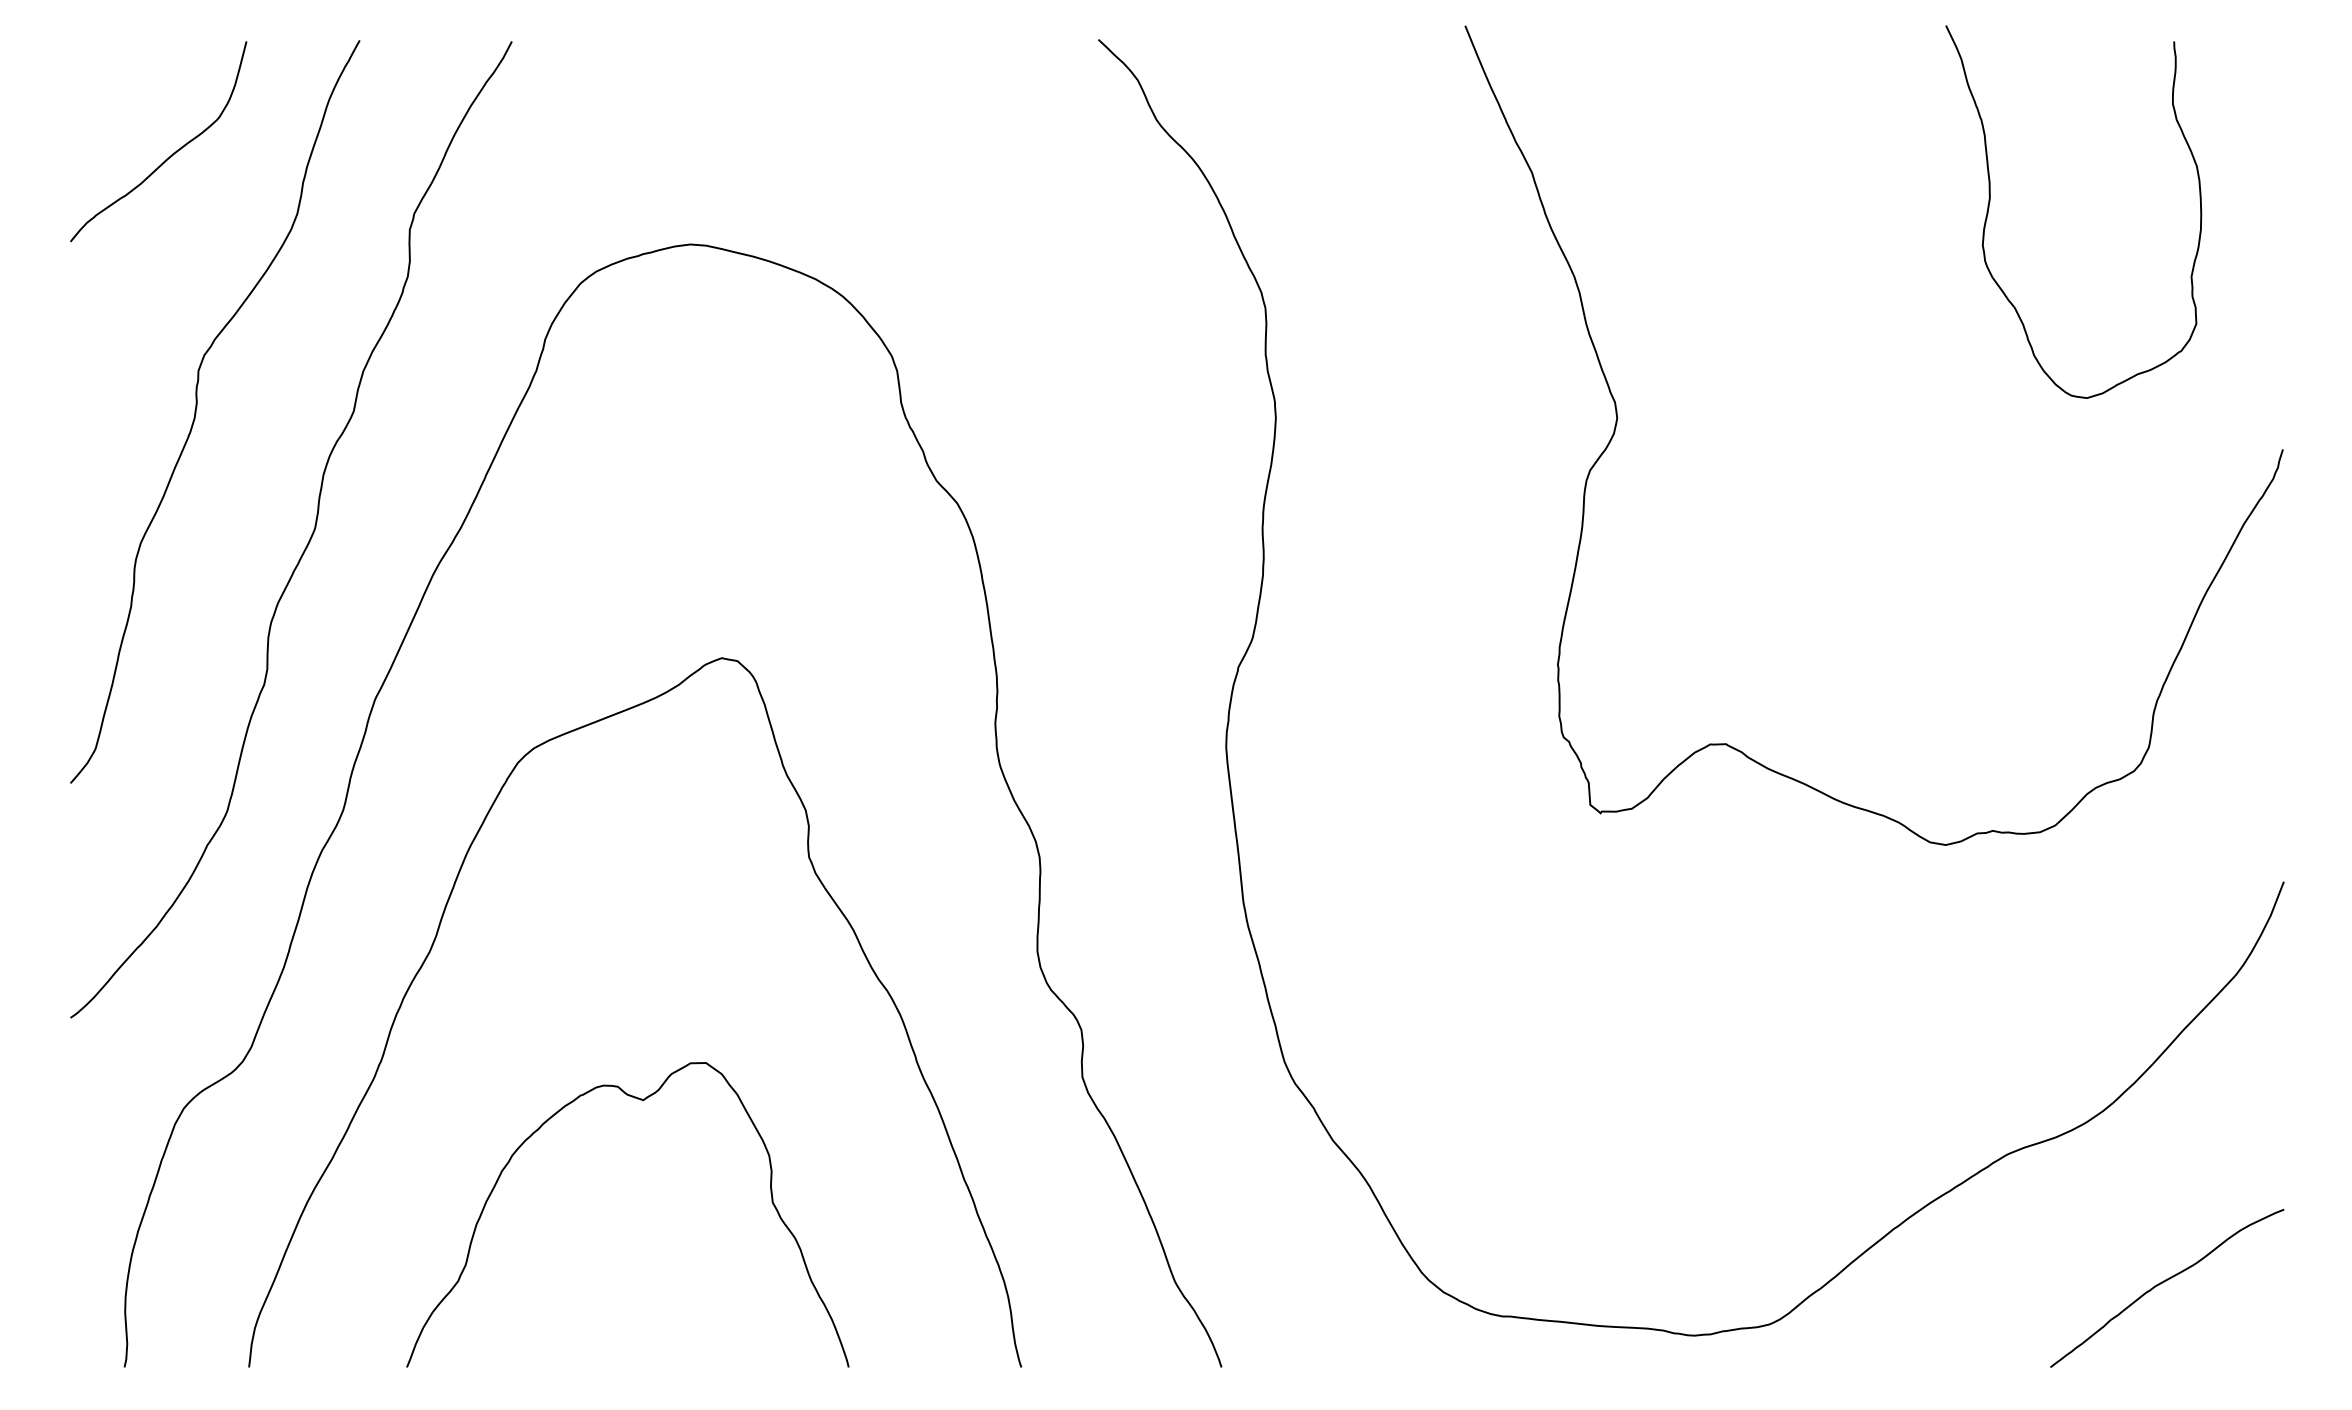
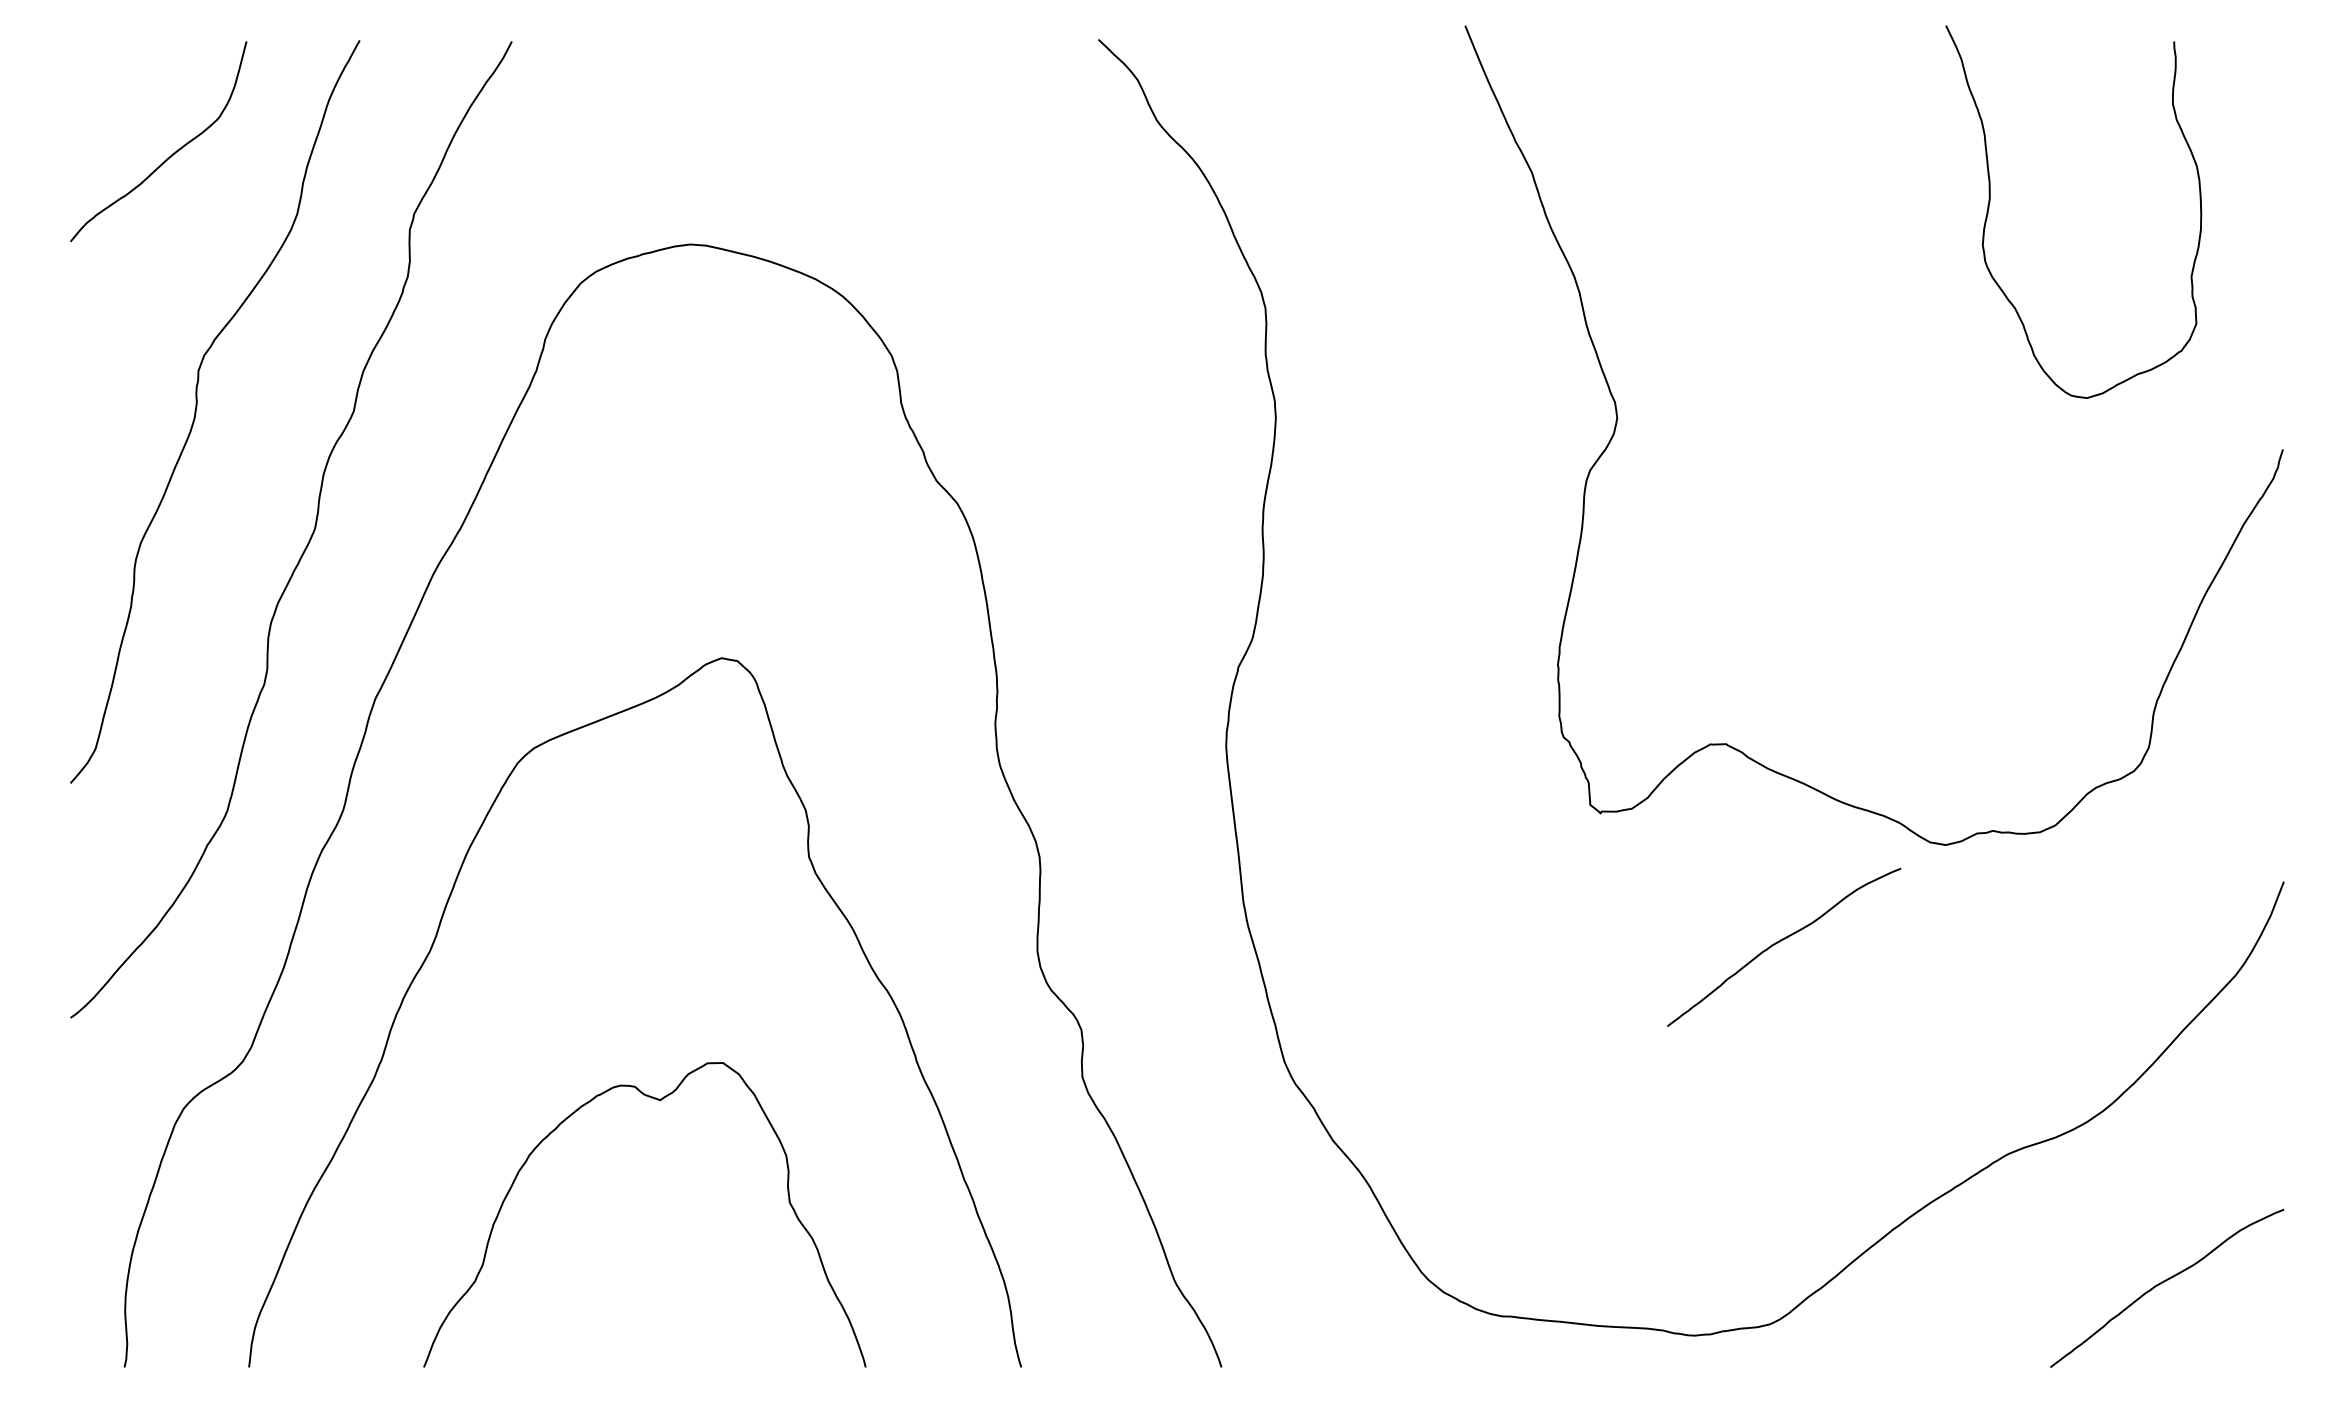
curve at (1781, 941): none -> present
curve at (643, 1101) position: (643, 1101) -> (660, 1101)
